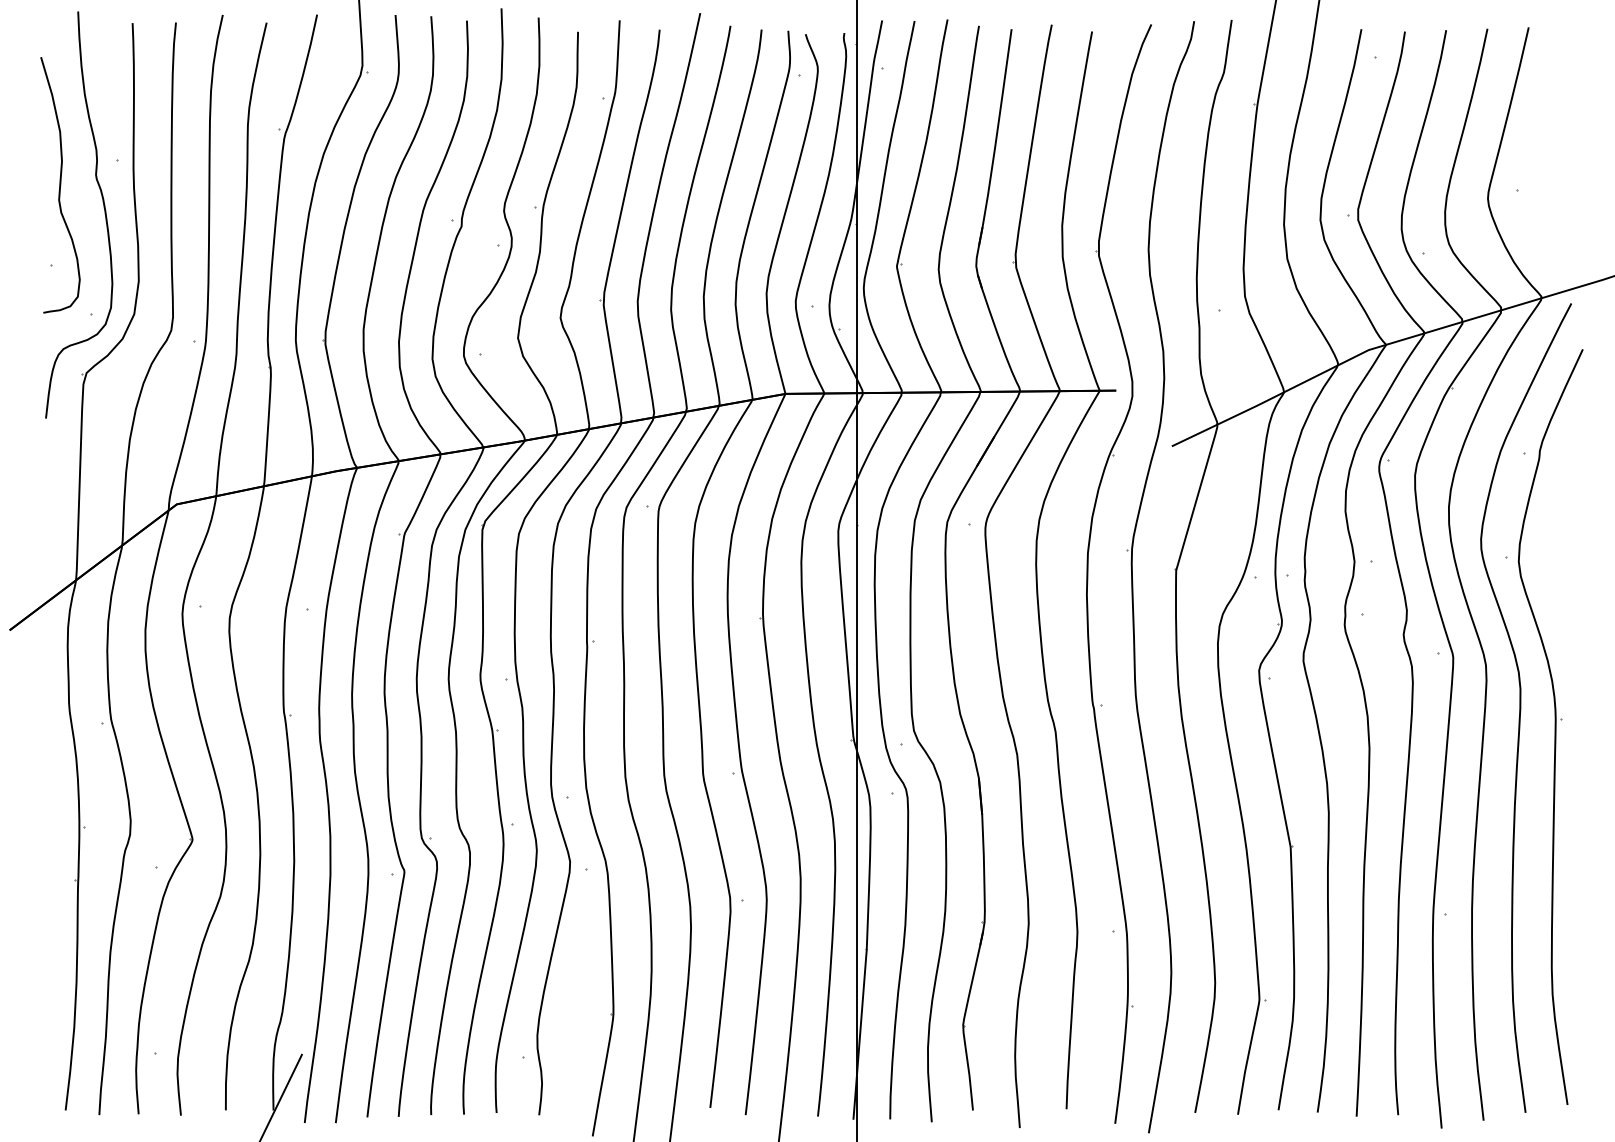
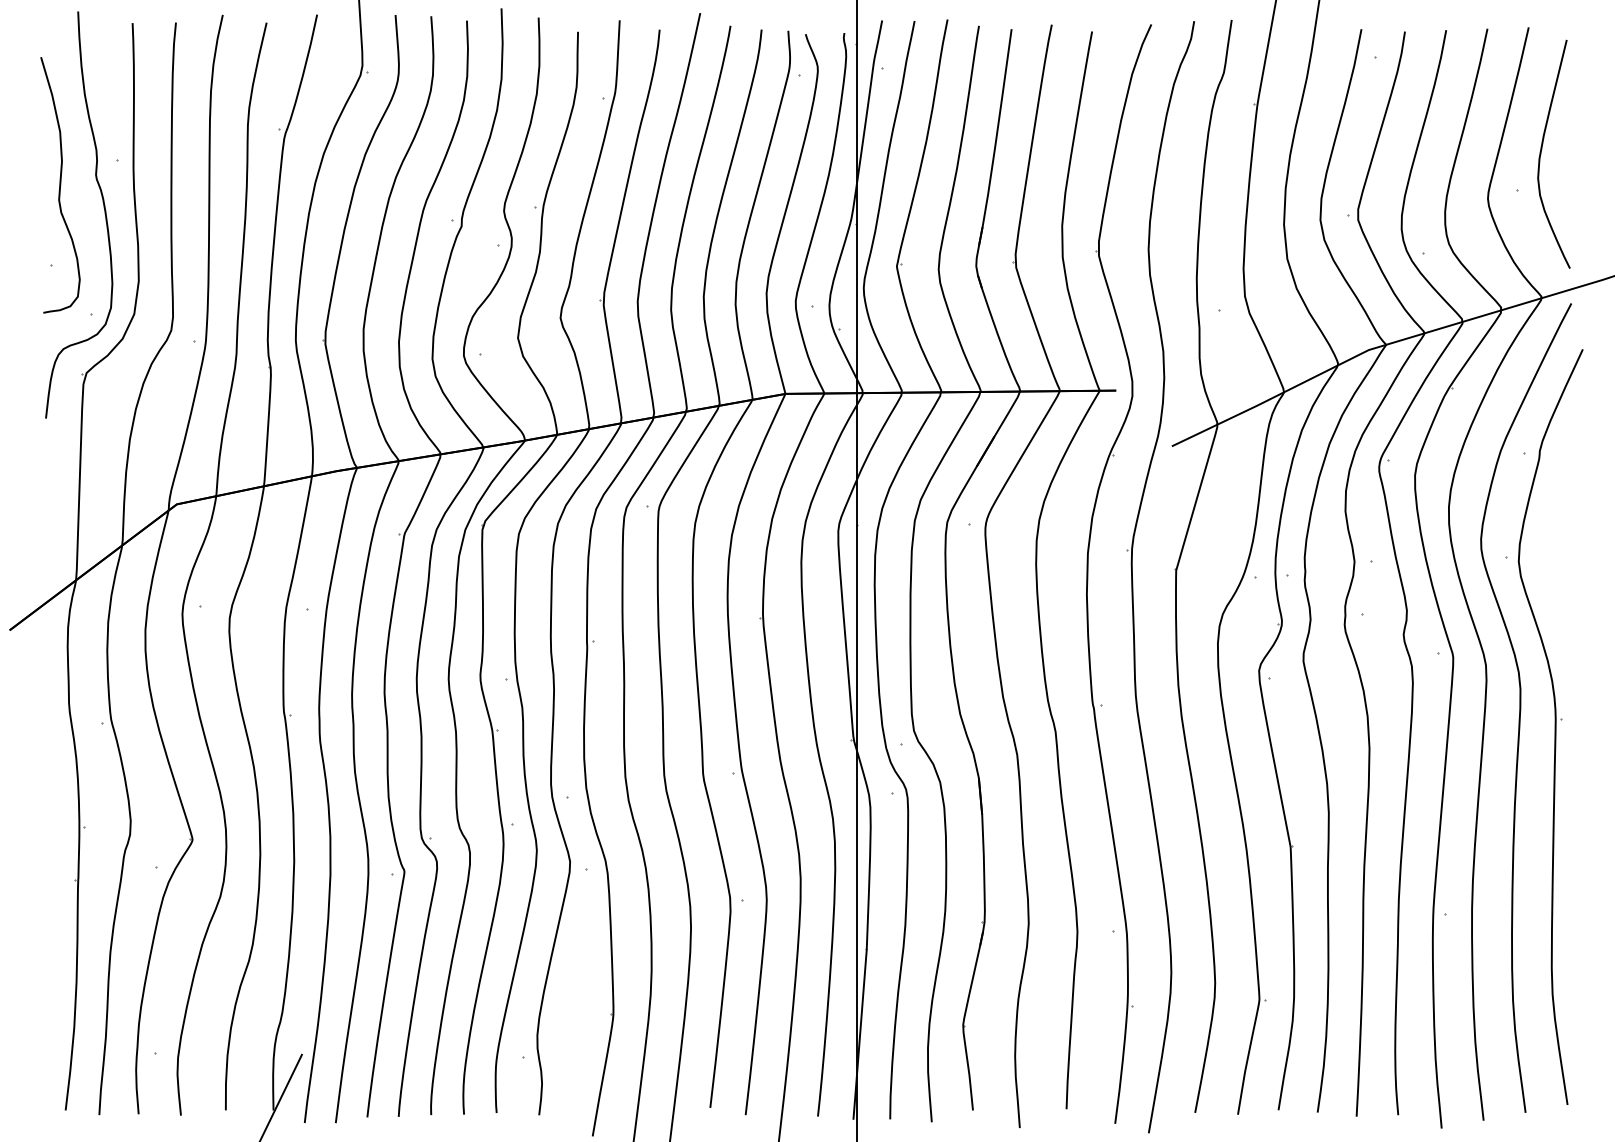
curve at (1542, 149): none -> present
